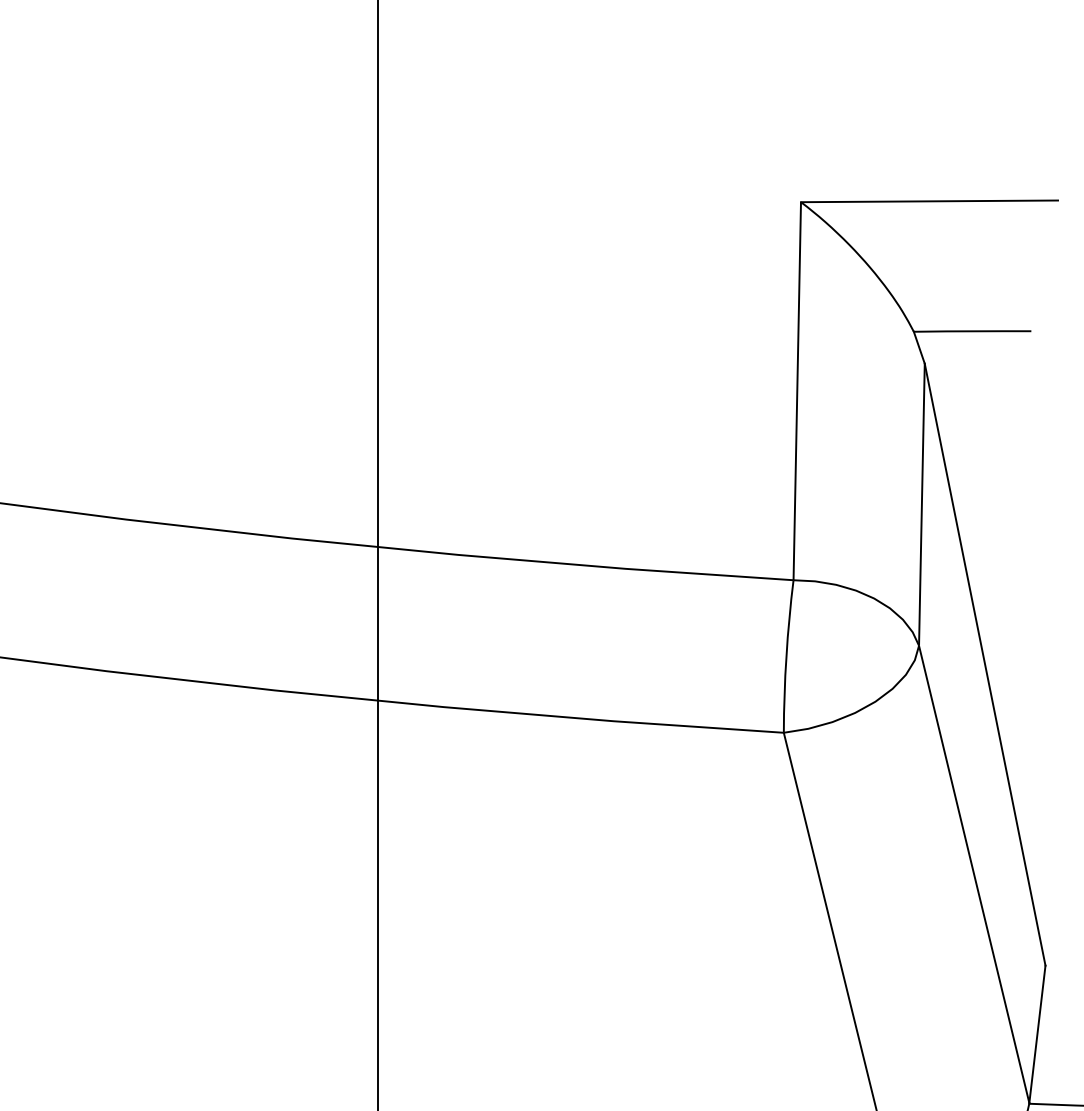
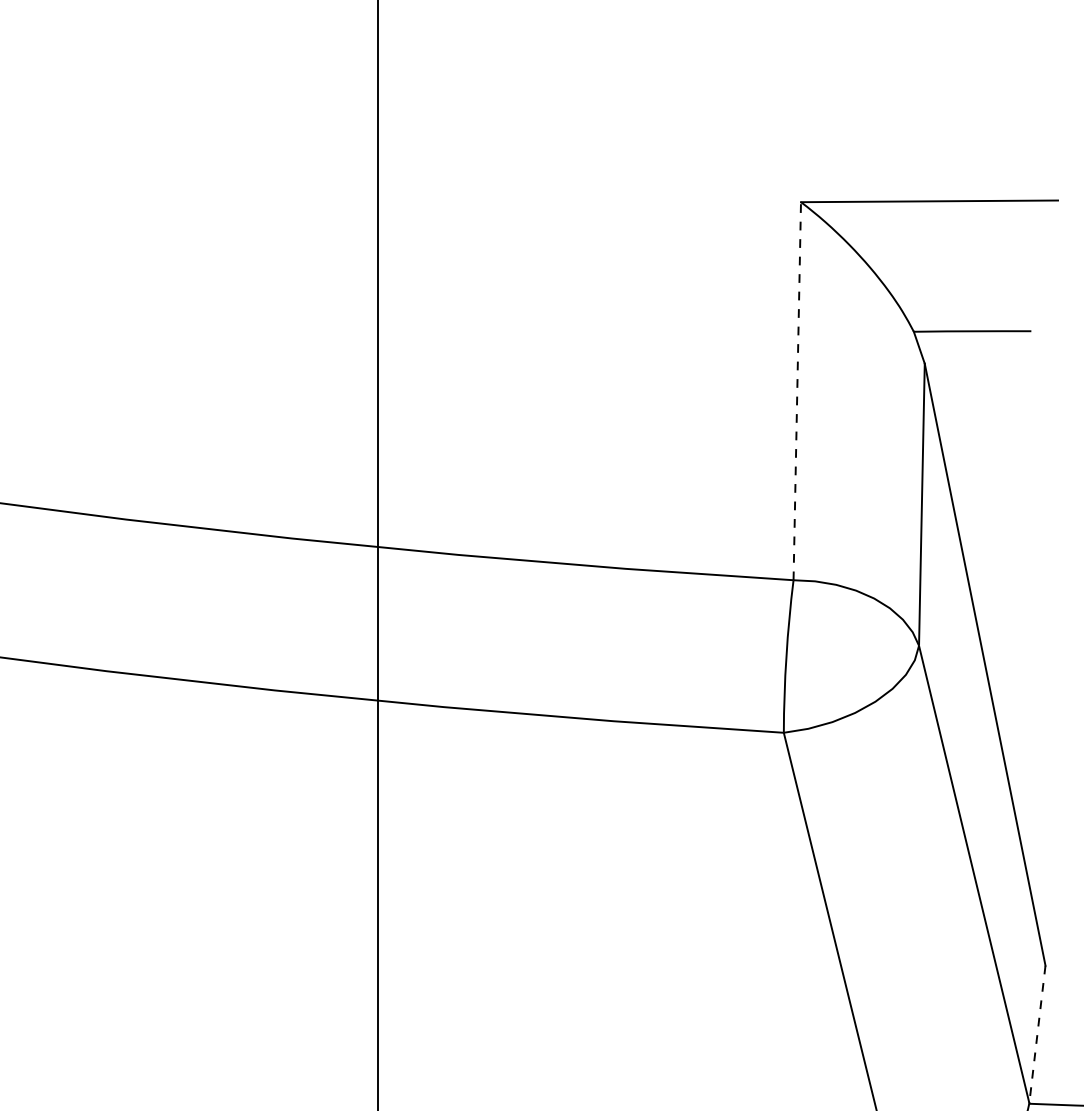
line at (797, 390): solid -> dashed
line at (1037, 1034): solid -> dashed
